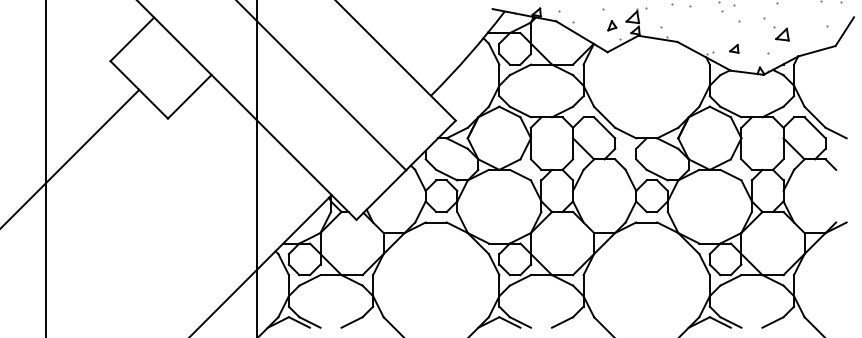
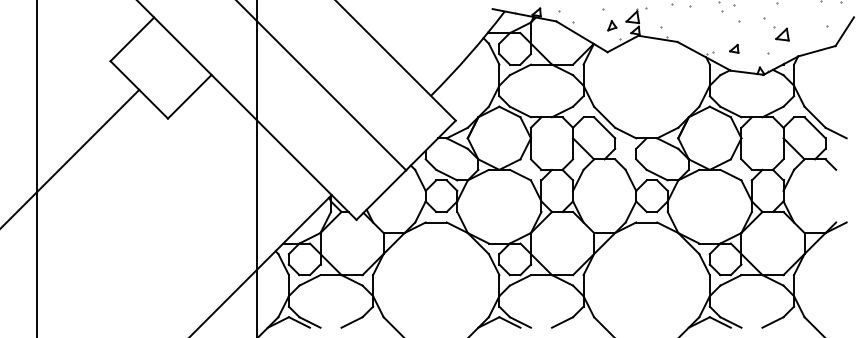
line at (46, 168) position: (46, 168) -> (37, 168)
